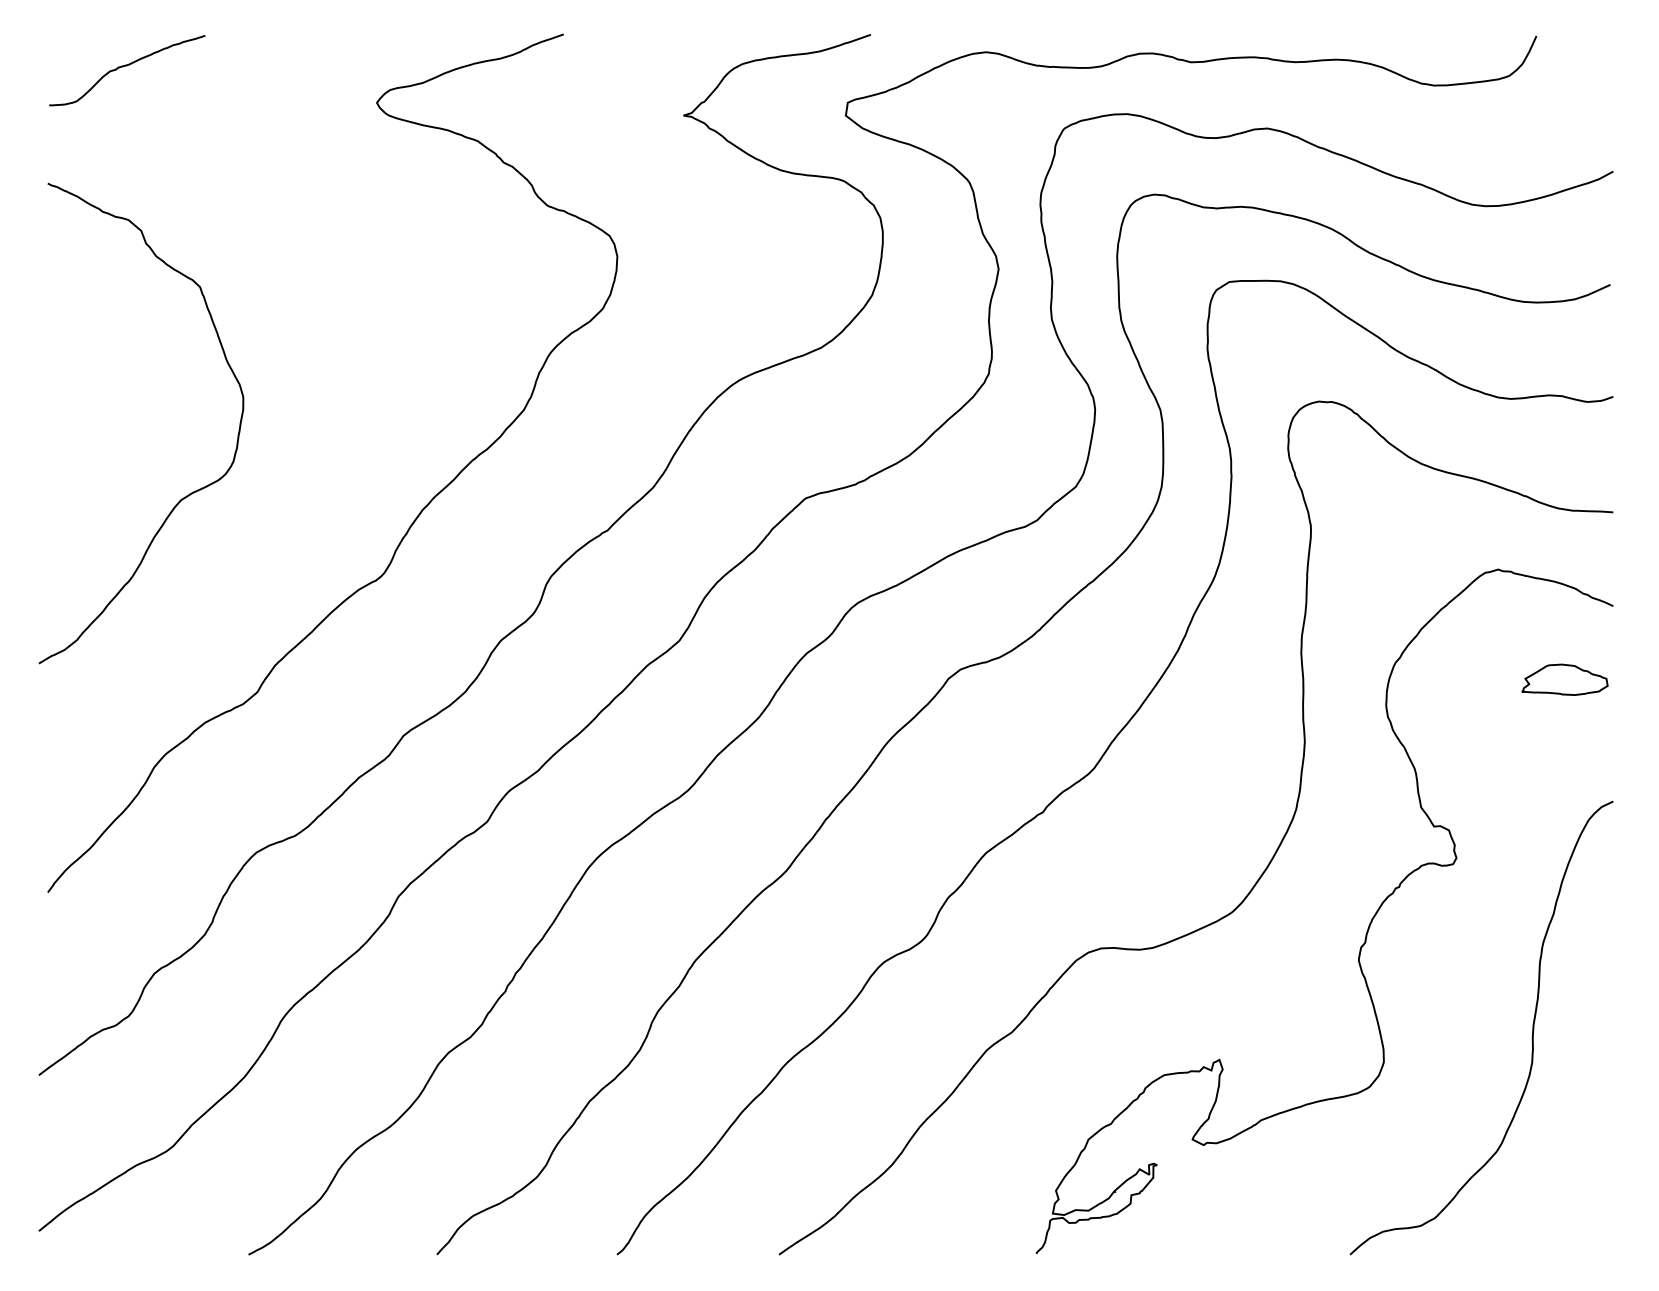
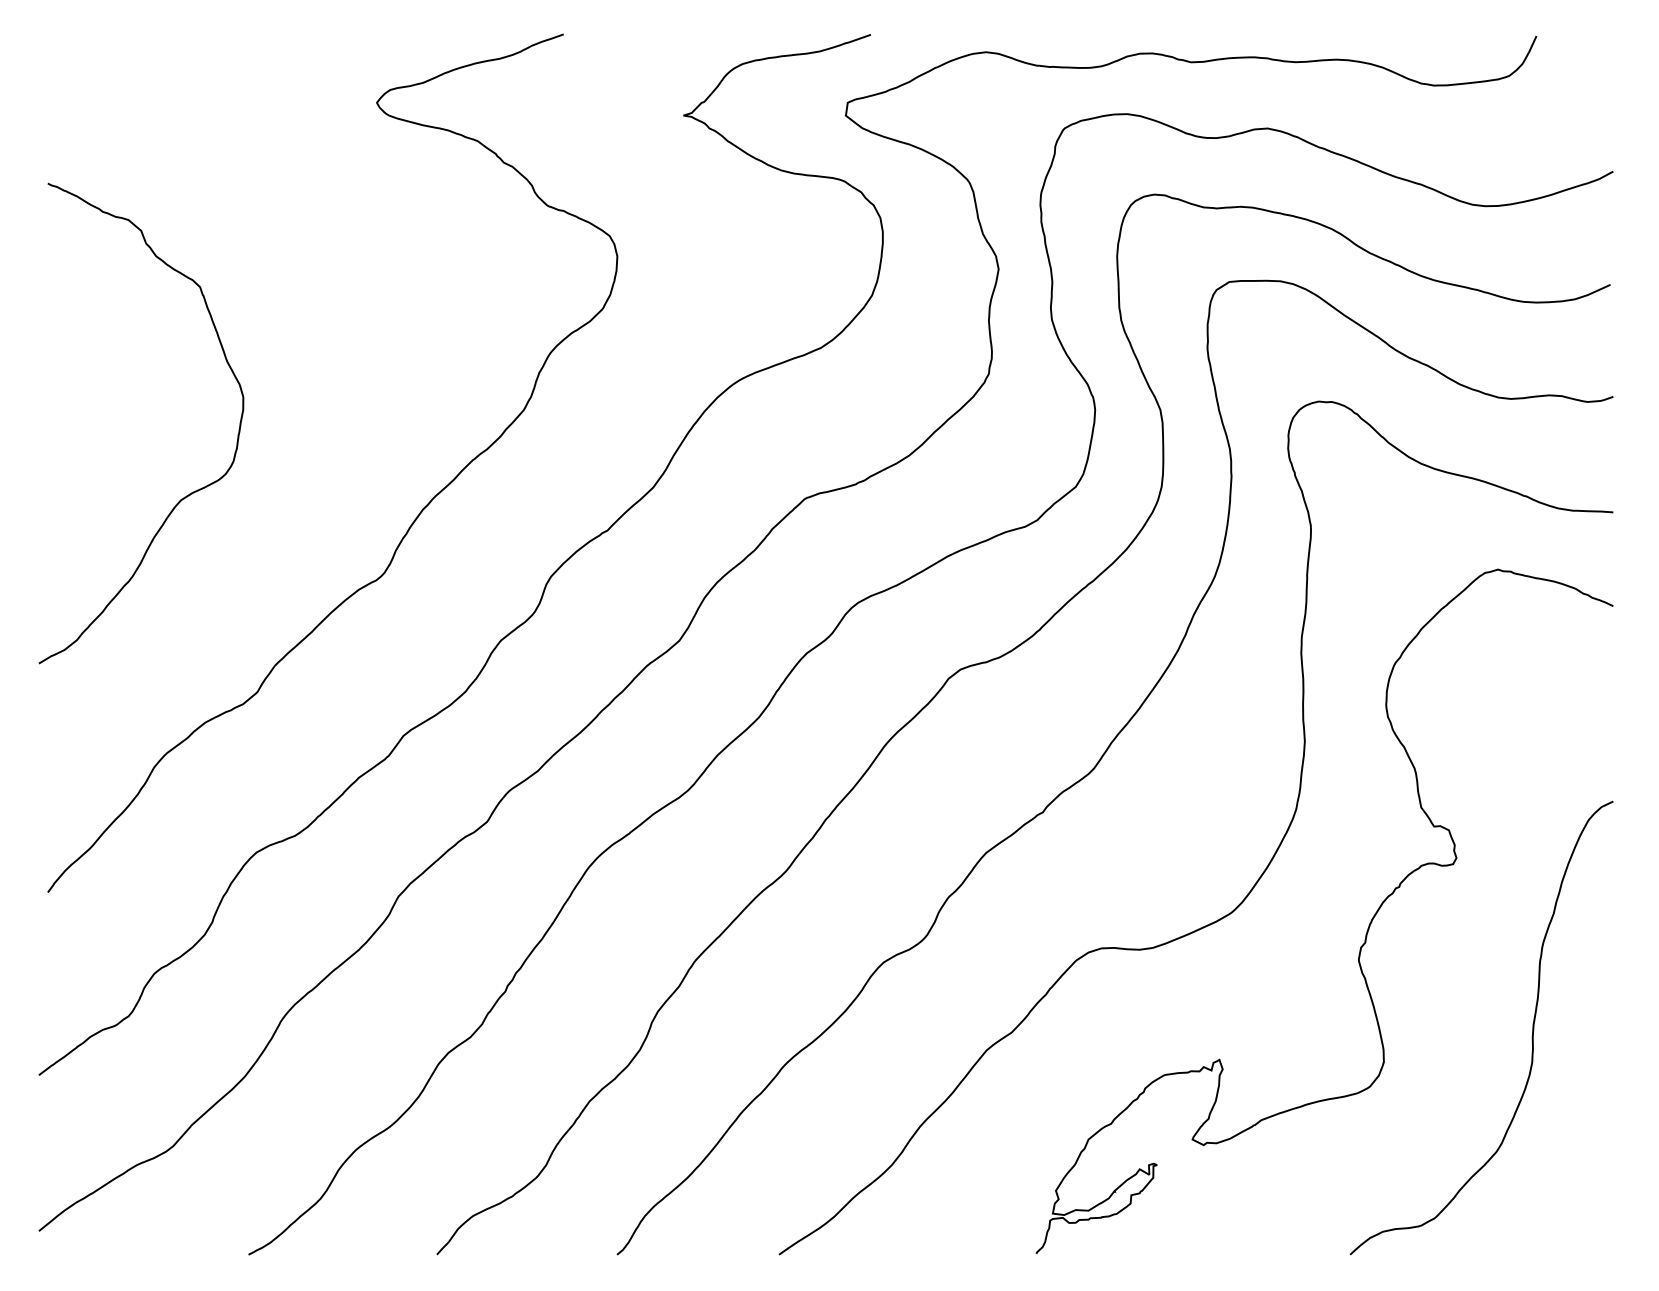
curve at (126, 66): present -> none
part at (1564, 679): present -> none
